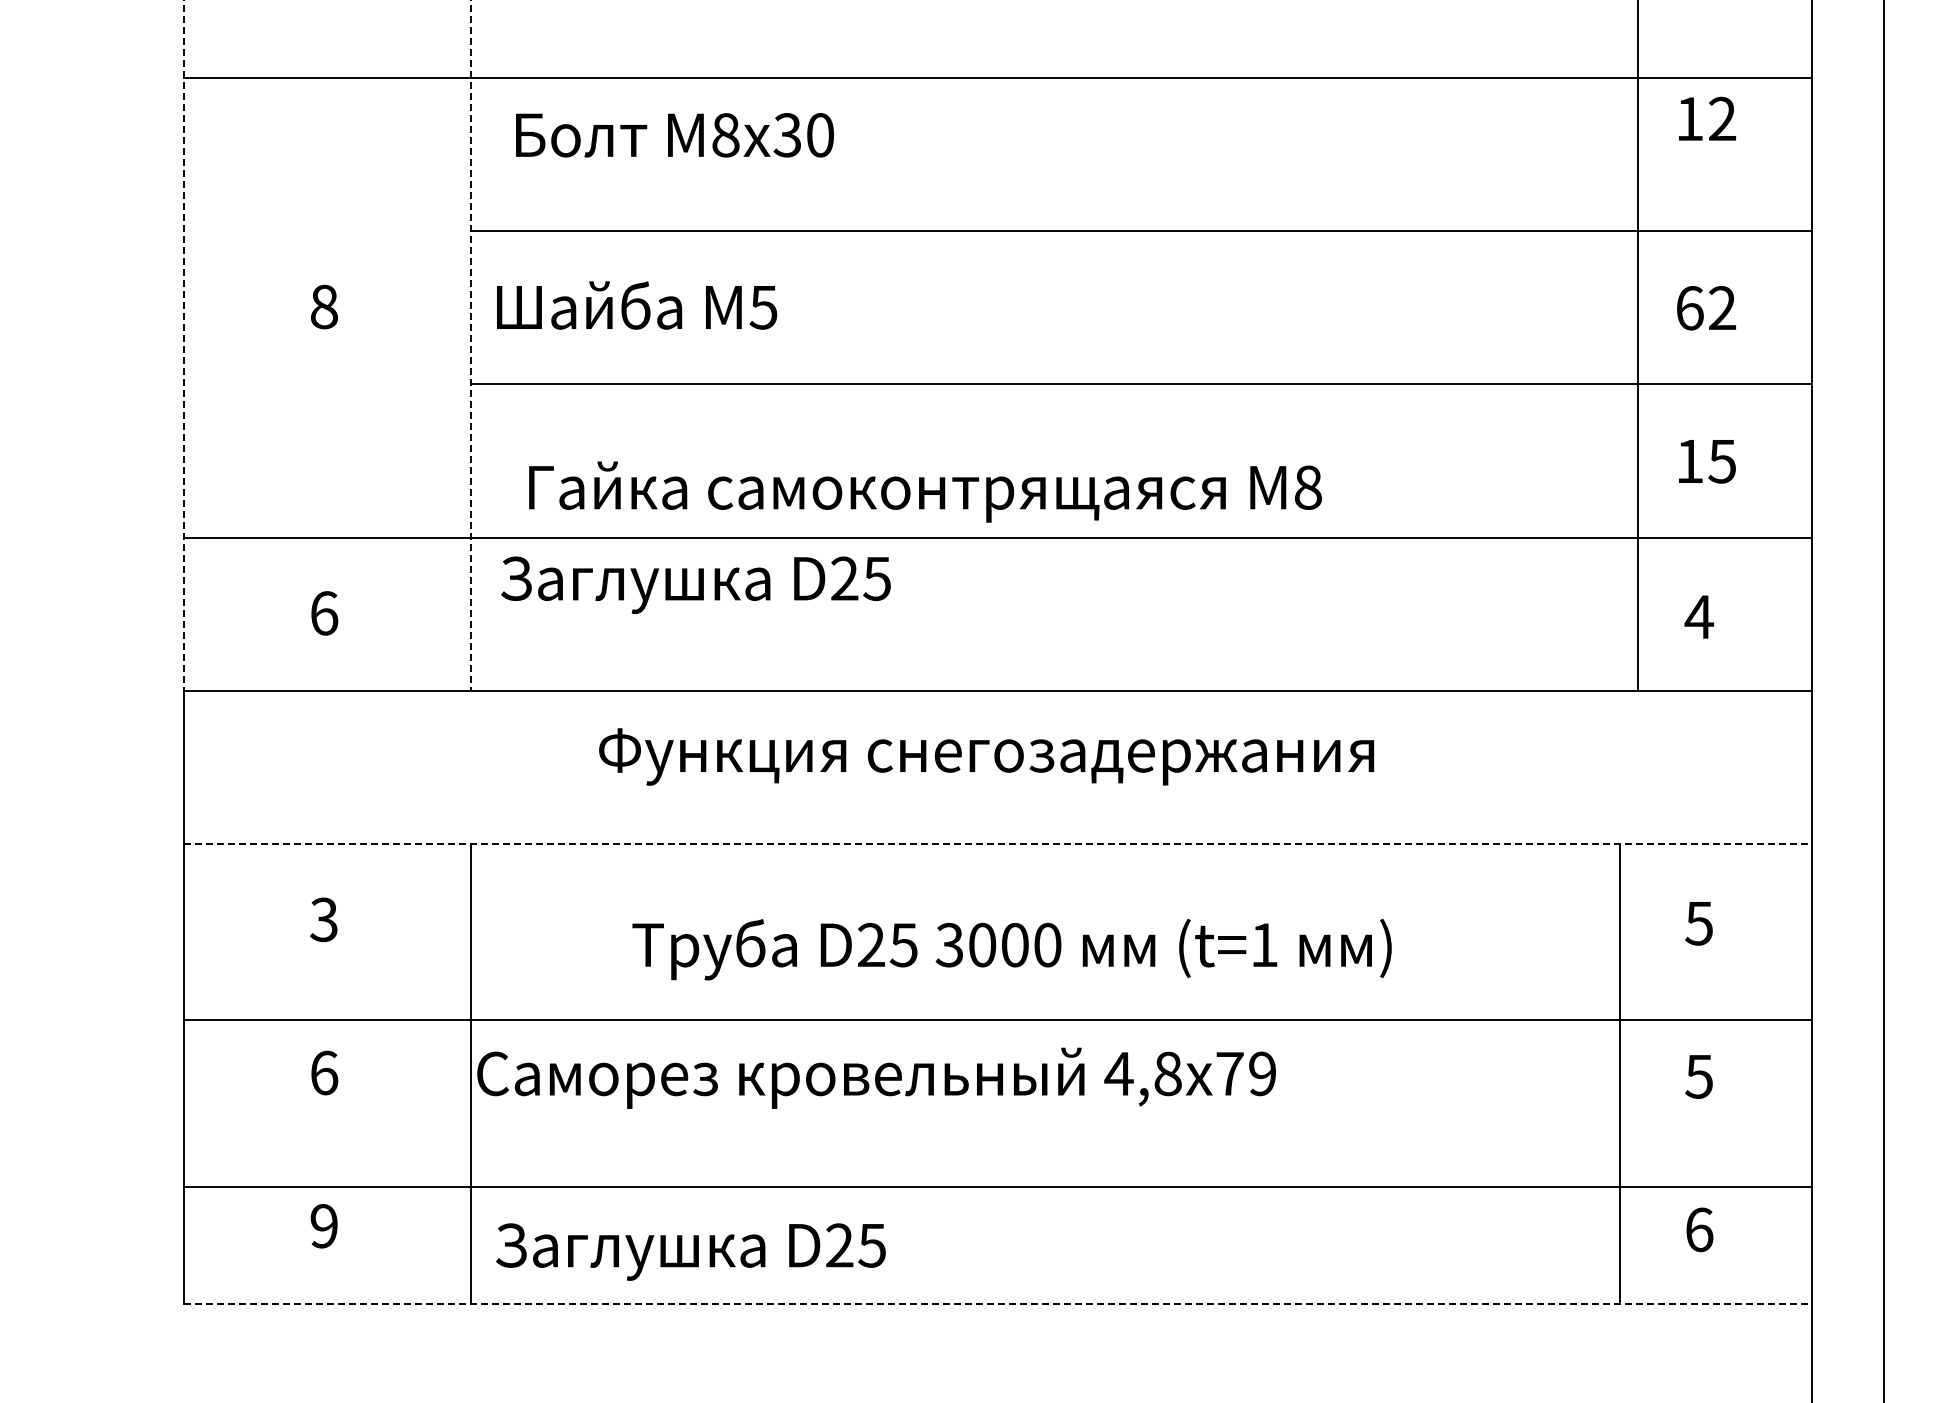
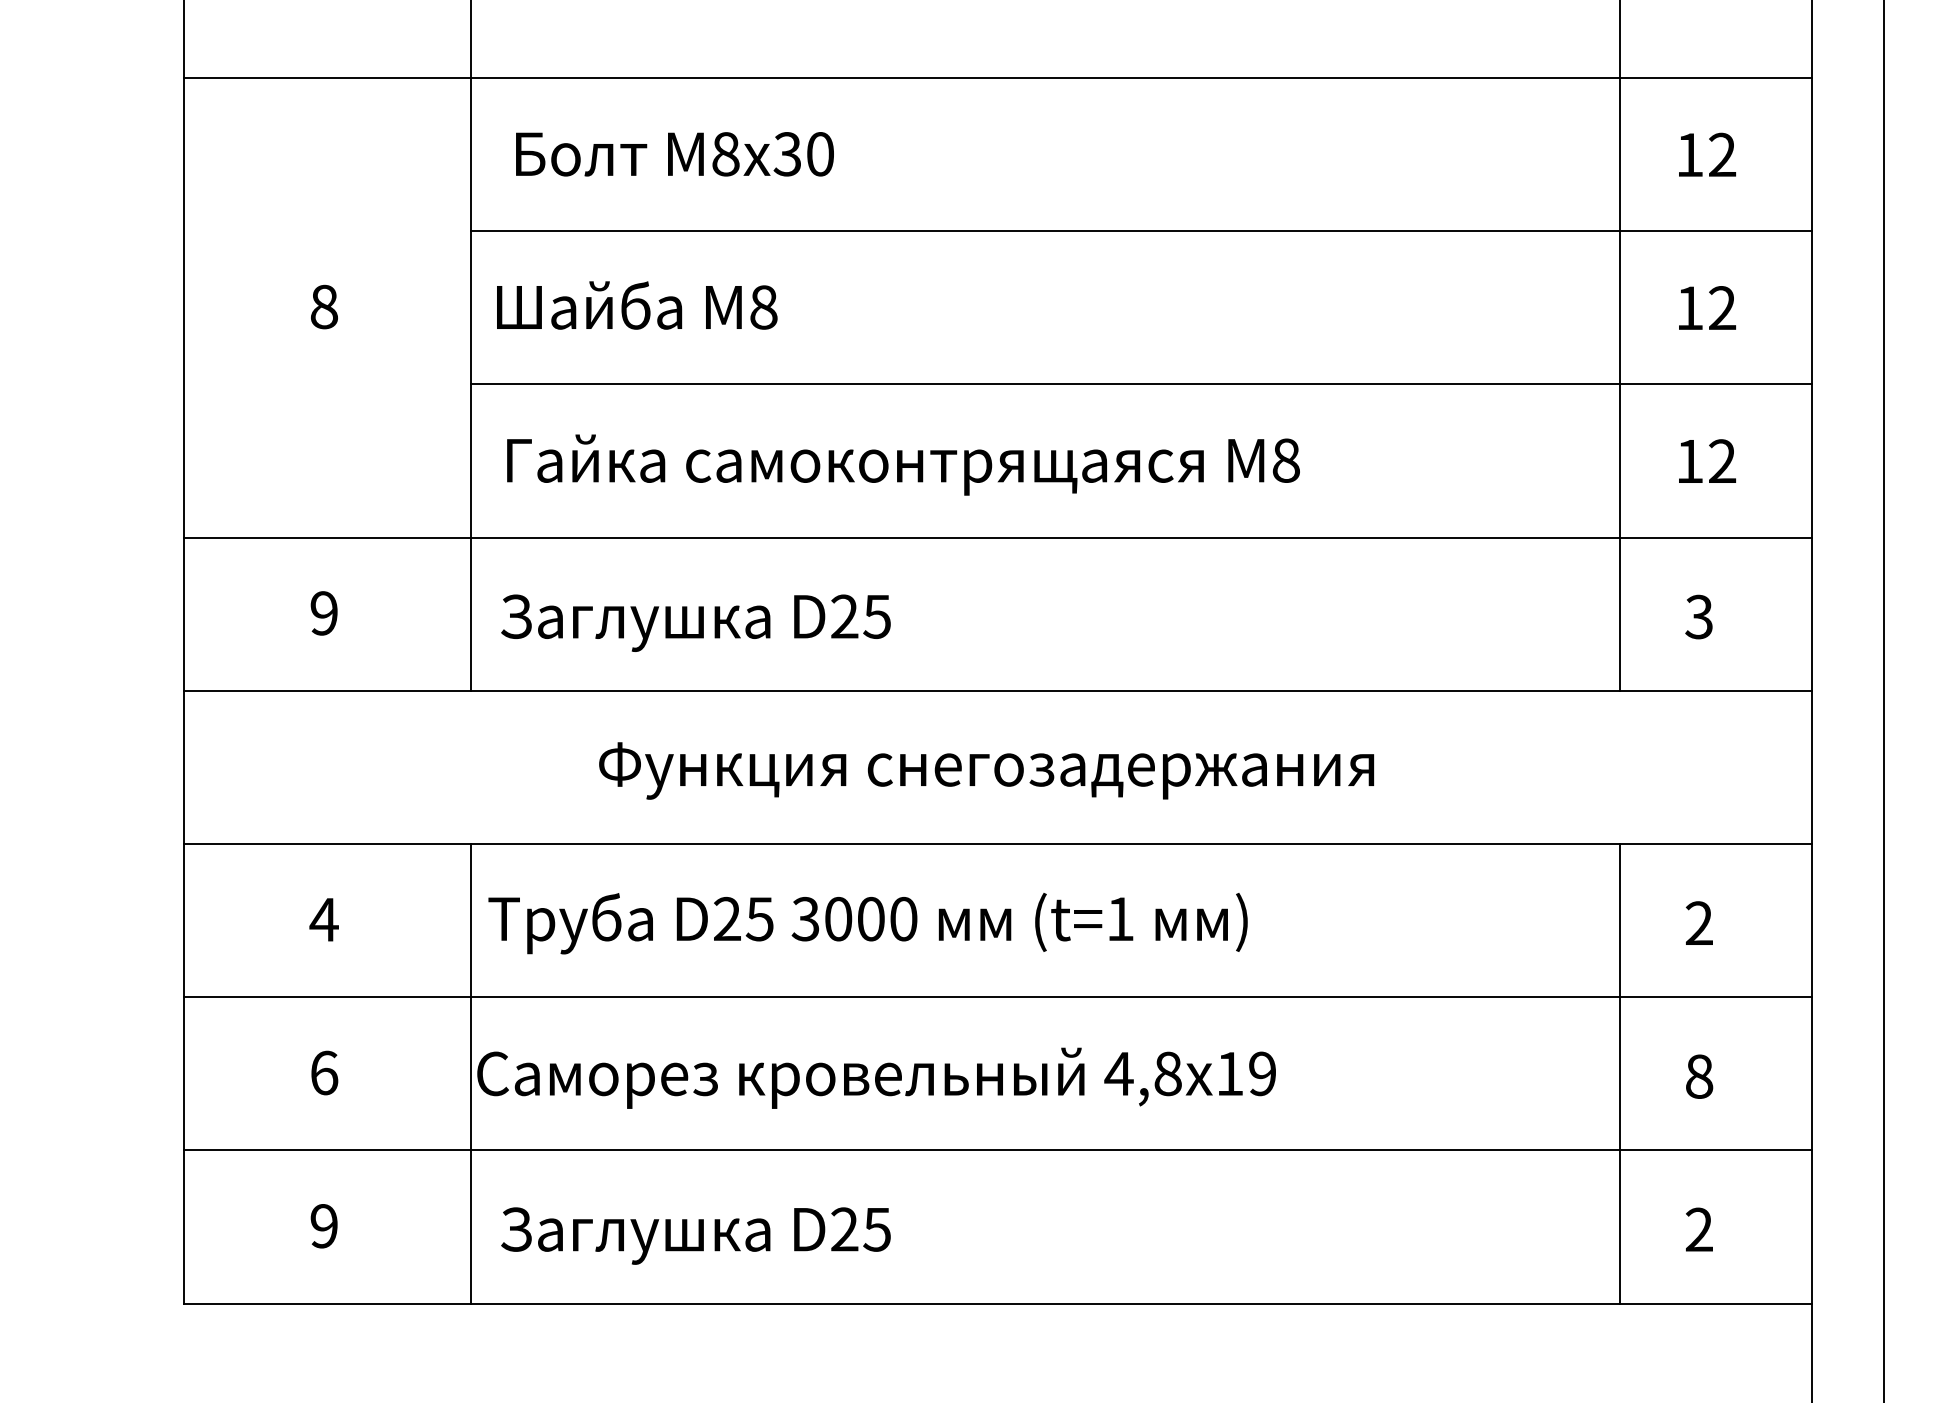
text at (1707, 118) position: (1707, 118) -> (1707, 154)
text at (674, 135) position: (674, 135) -> (674, 154)
text at (763, 307): 5 -> 8
text at (1690, 308): 62 -> 12
line at (184, 345): dashed -> solid
line at (471, 345): dashed -> solid
line at (1638, 346) position: (1638, 346) -> (1620, 346)
text at (1722, 461): 15 -> 12
text at (925, 491) position: (925, 491) -> (903, 464)
text at (695, 584) position: (695, 584) -> (695, 622)
text at (324, 613): 6 -> 9
text at (1699, 616): 4 -> 3
text at (986, 756) position: (986, 756) -> (986, 770)
line at (998, 843): dashed -> solid
text at (323, 919): 3 -> 4
text at (1698, 923): 5 -> 2
text at (1011, 949) position: (1011, 949) -> (867, 923)
line at (997, 1020) position: (997, 1020) -> (997, 997)
text at (1229, 1073): 79 -> 19
text at (1699, 1076): 5 -> 8
line at (997, 1187) position: (997, 1187) -> (997, 1150)
text at (1699, 1229): 6 -> 2
text at (690, 1251) position: (690, 1251) -> (695, 1235)
line at (998, 1303): dashed -> solid
